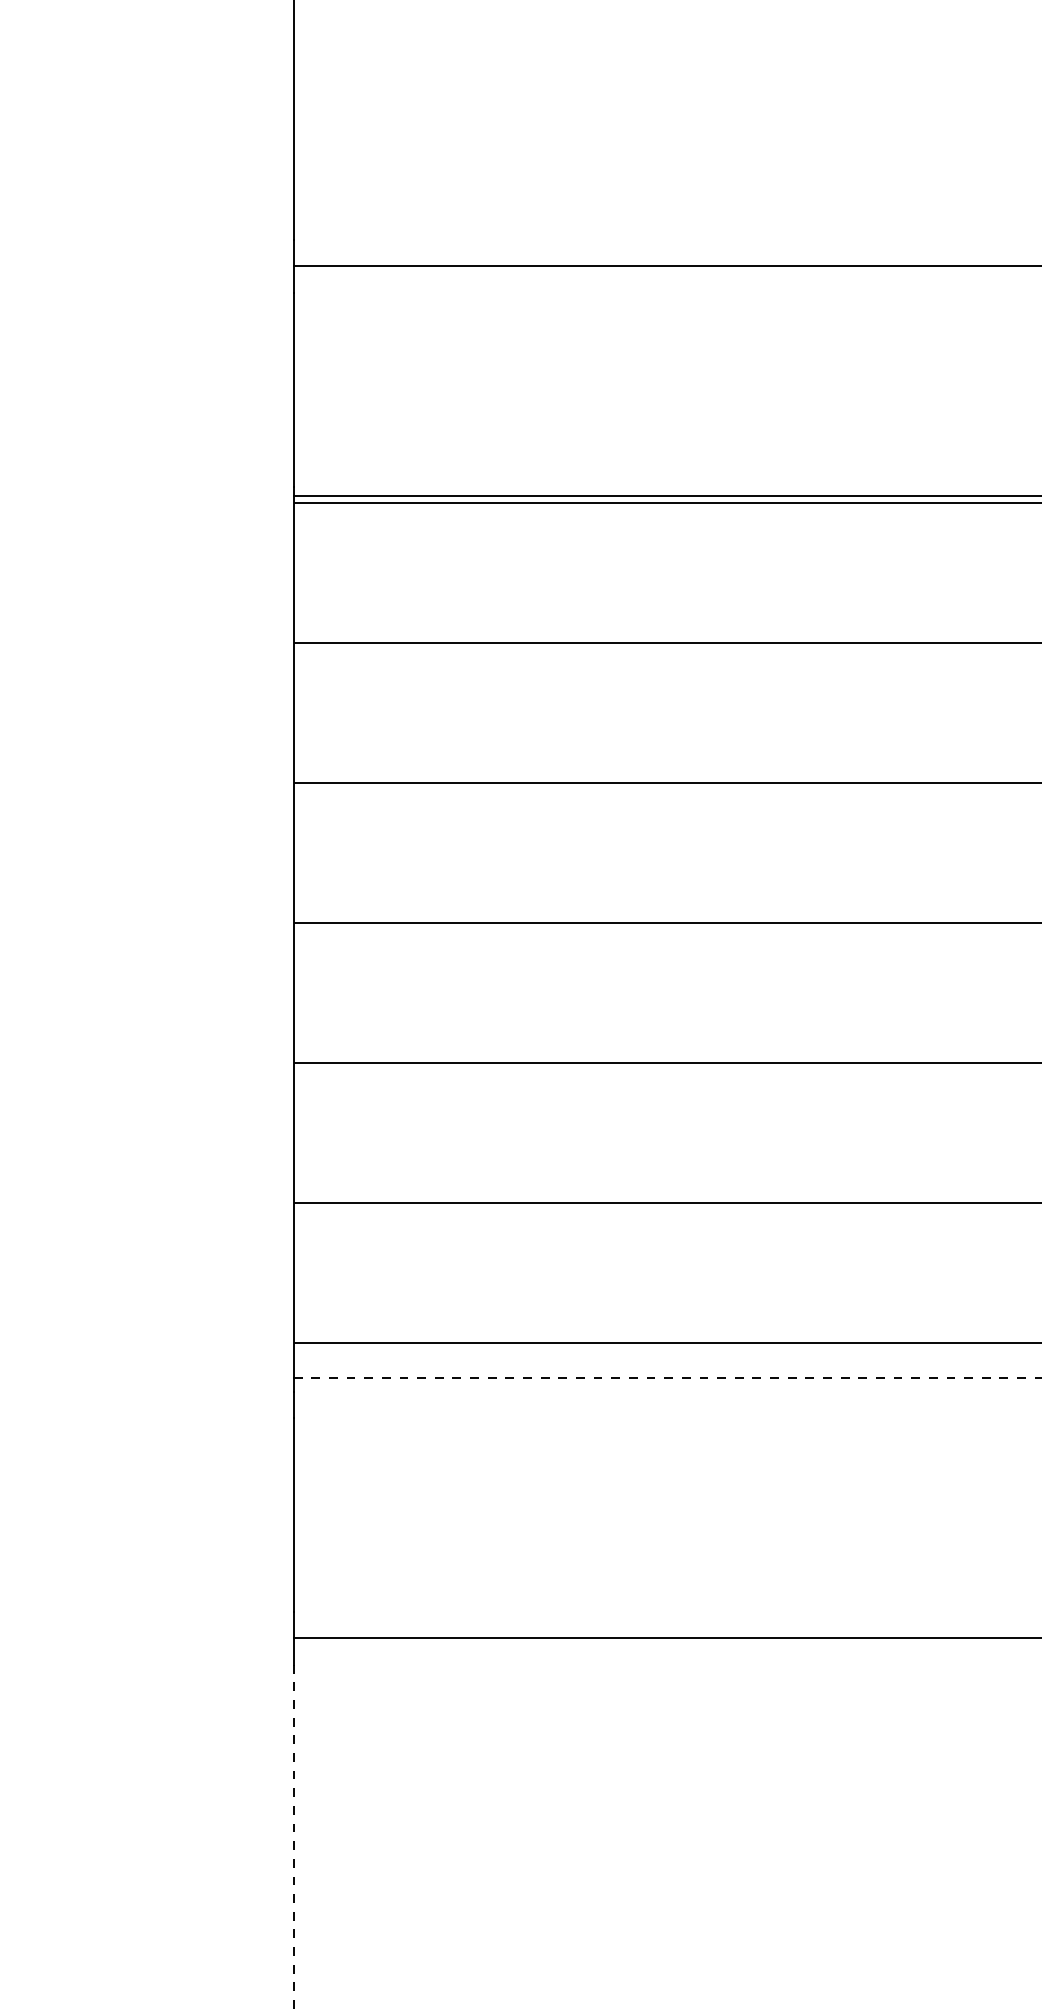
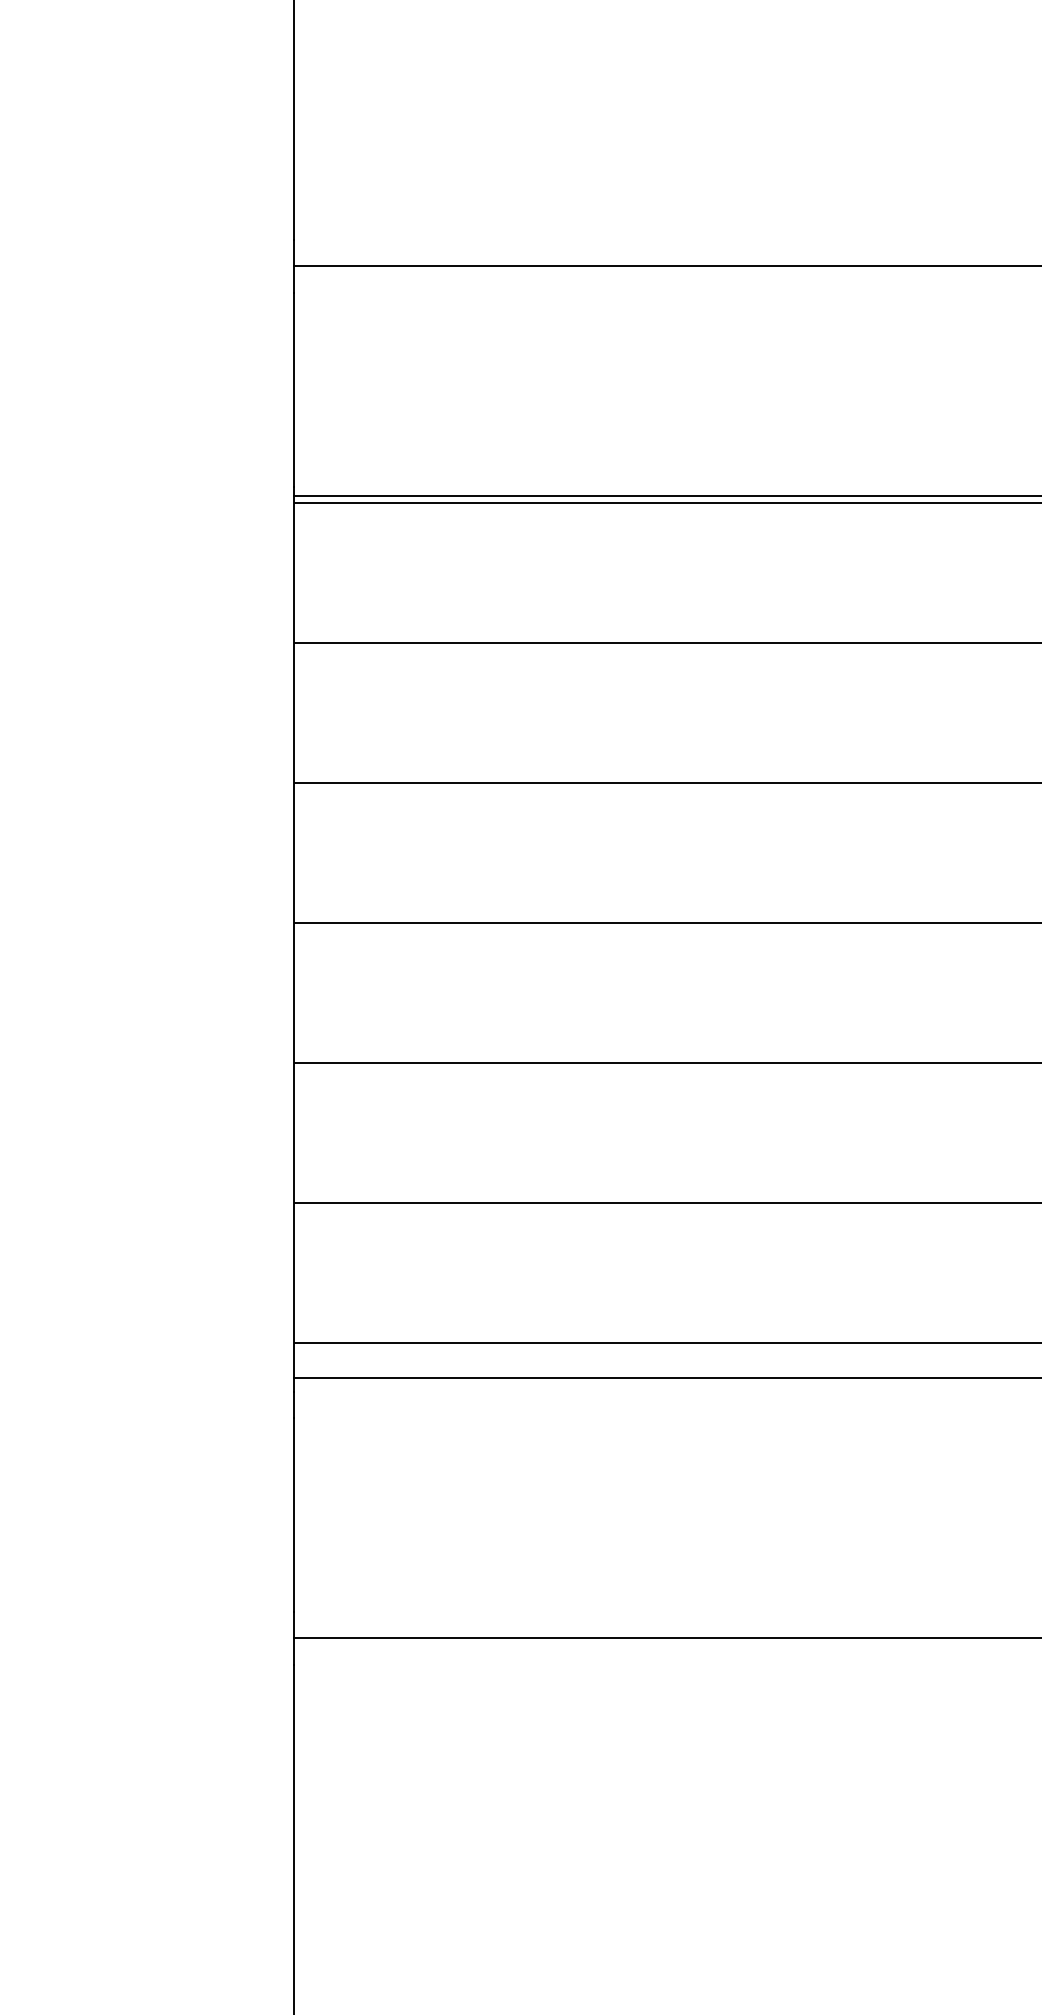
line at (667, 1378): dashed -> solid
line at (293, 1839): dashed -> solid
